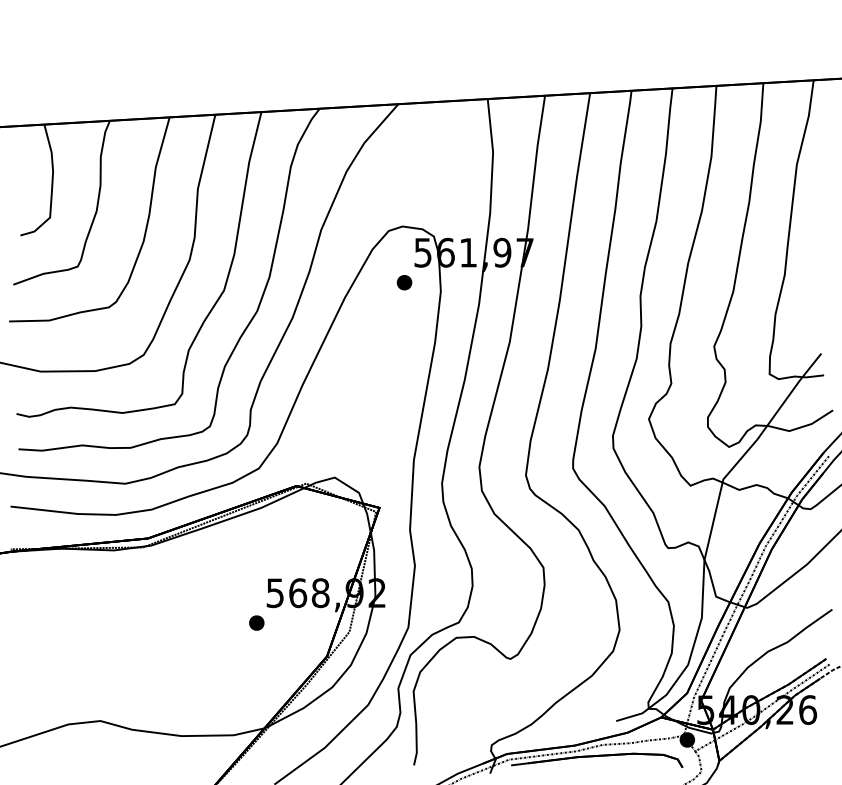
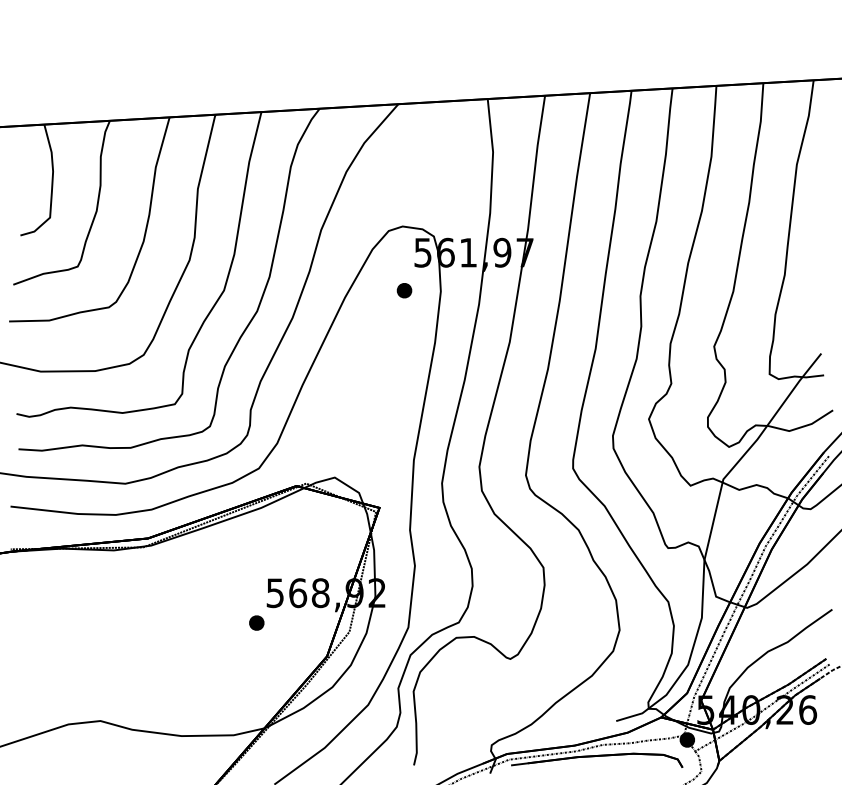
part at (404, 282) position: (404, 282) -> (404, 290)
